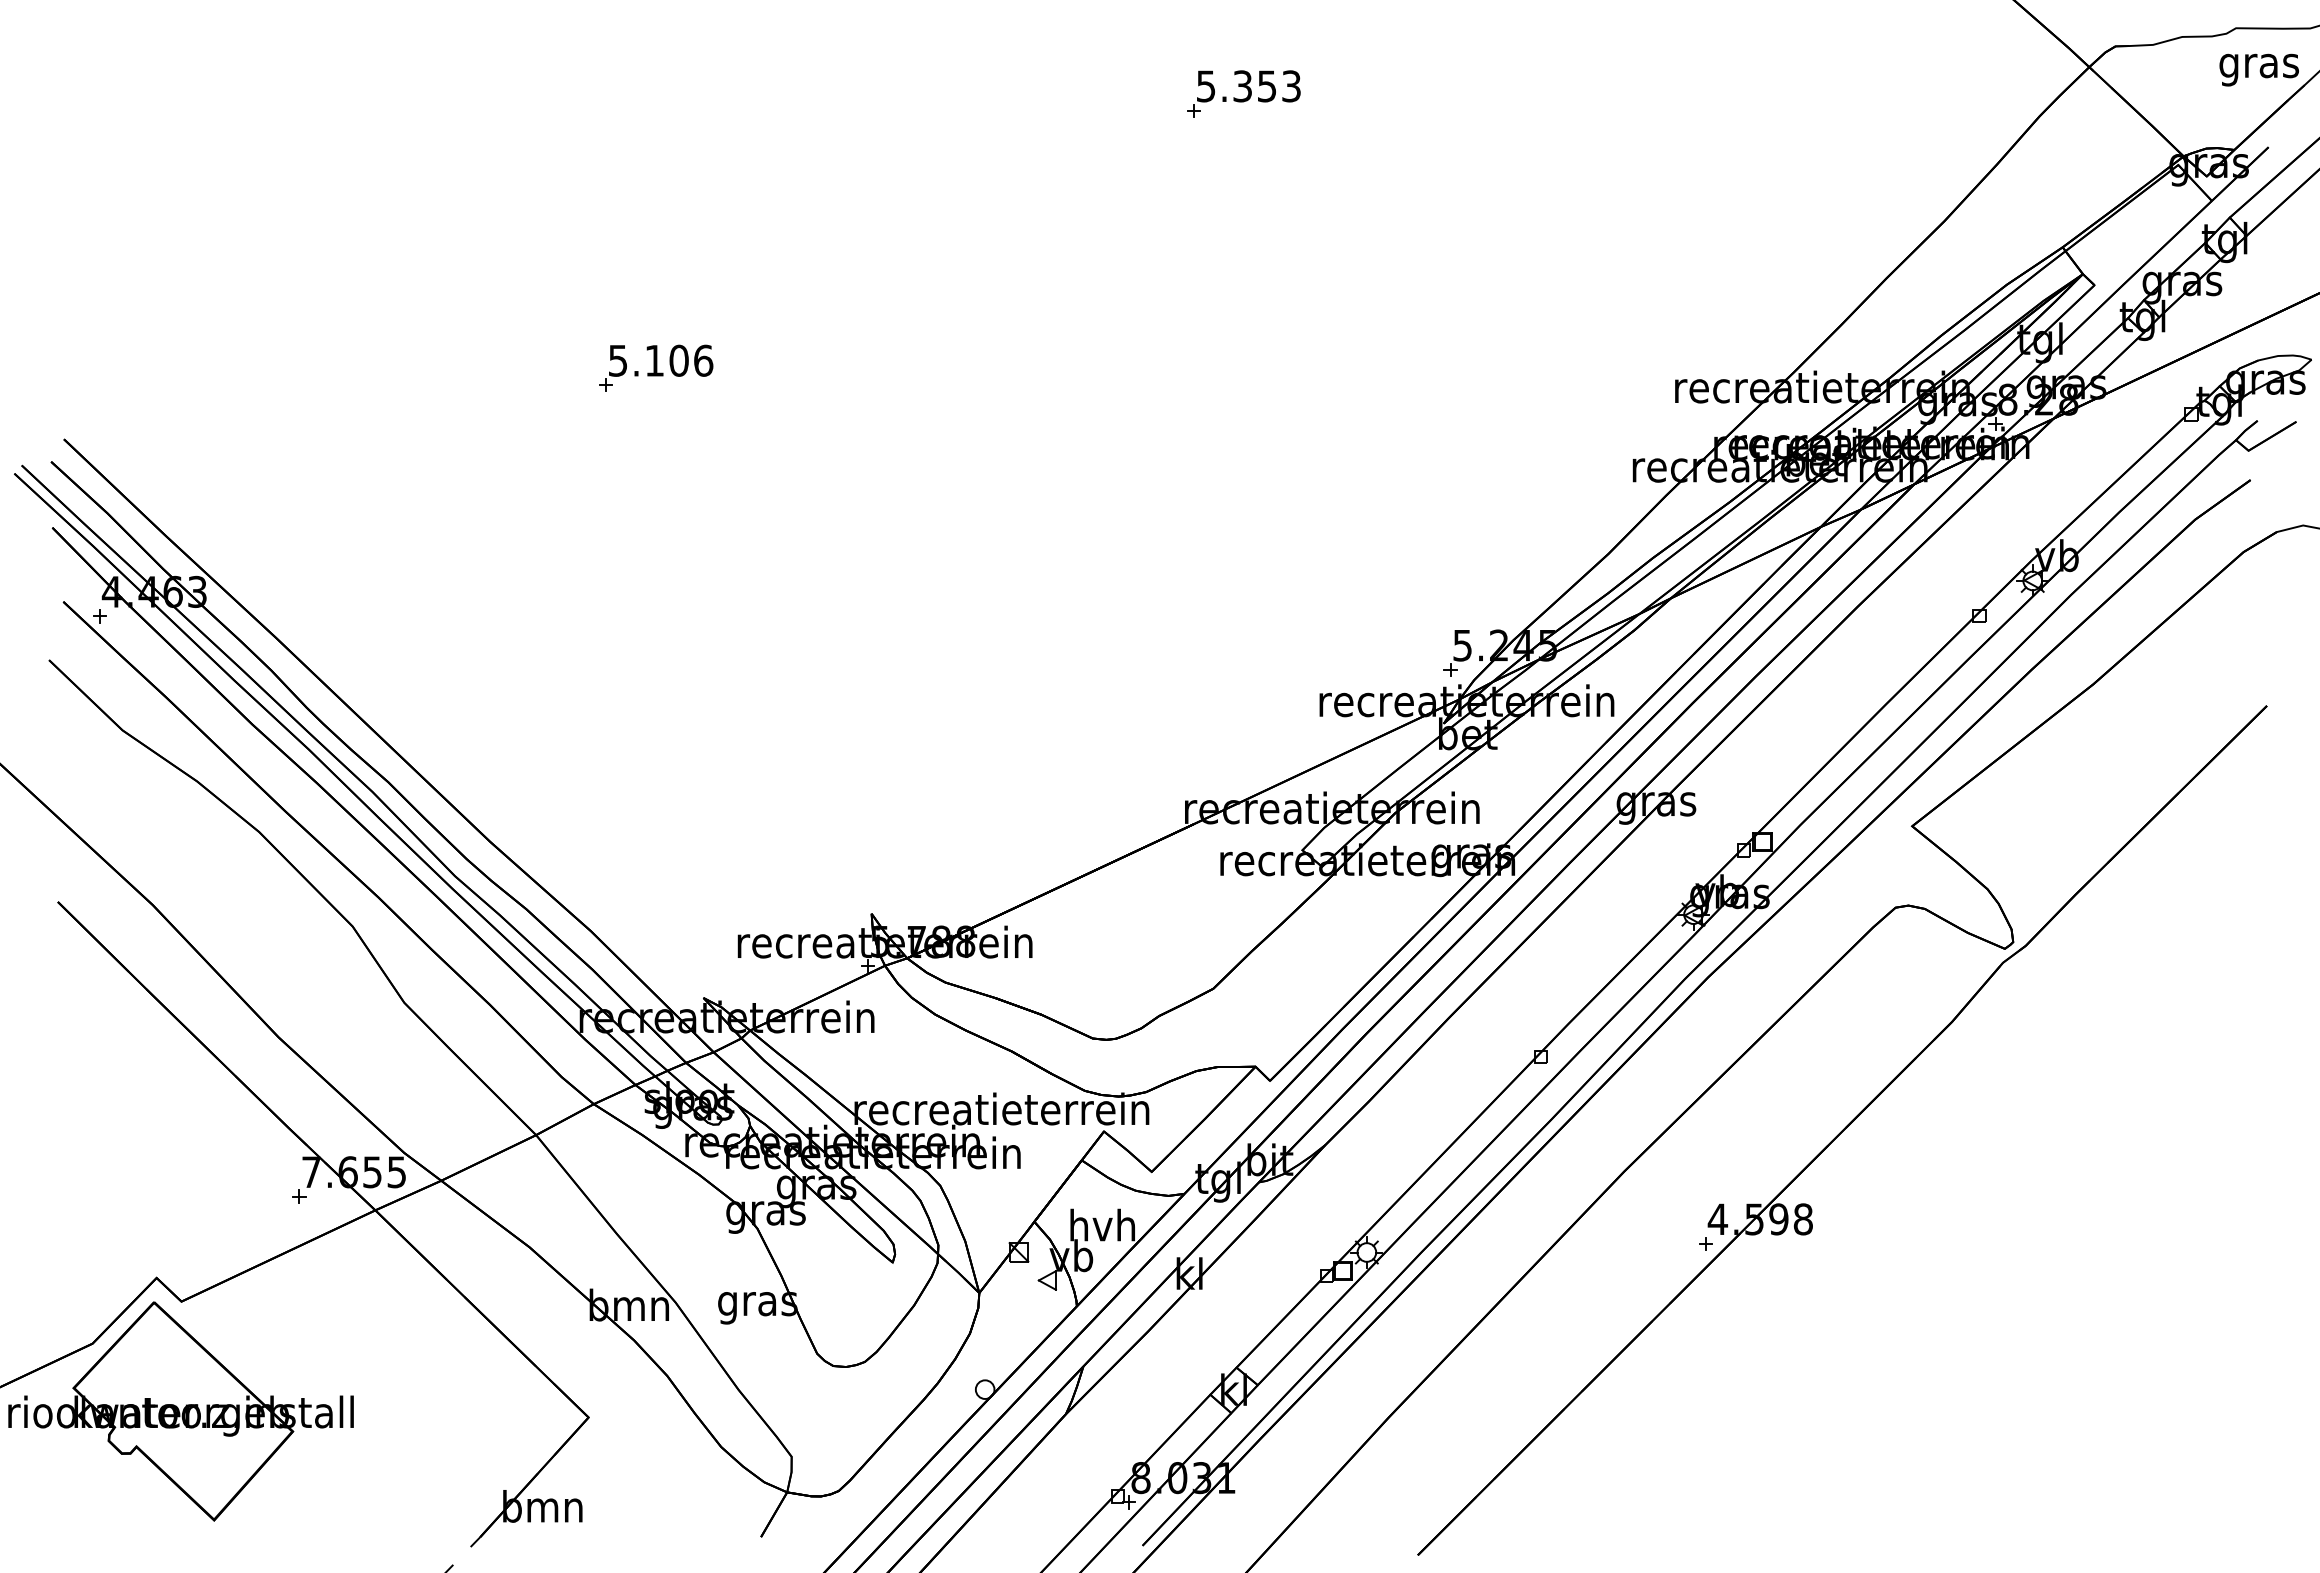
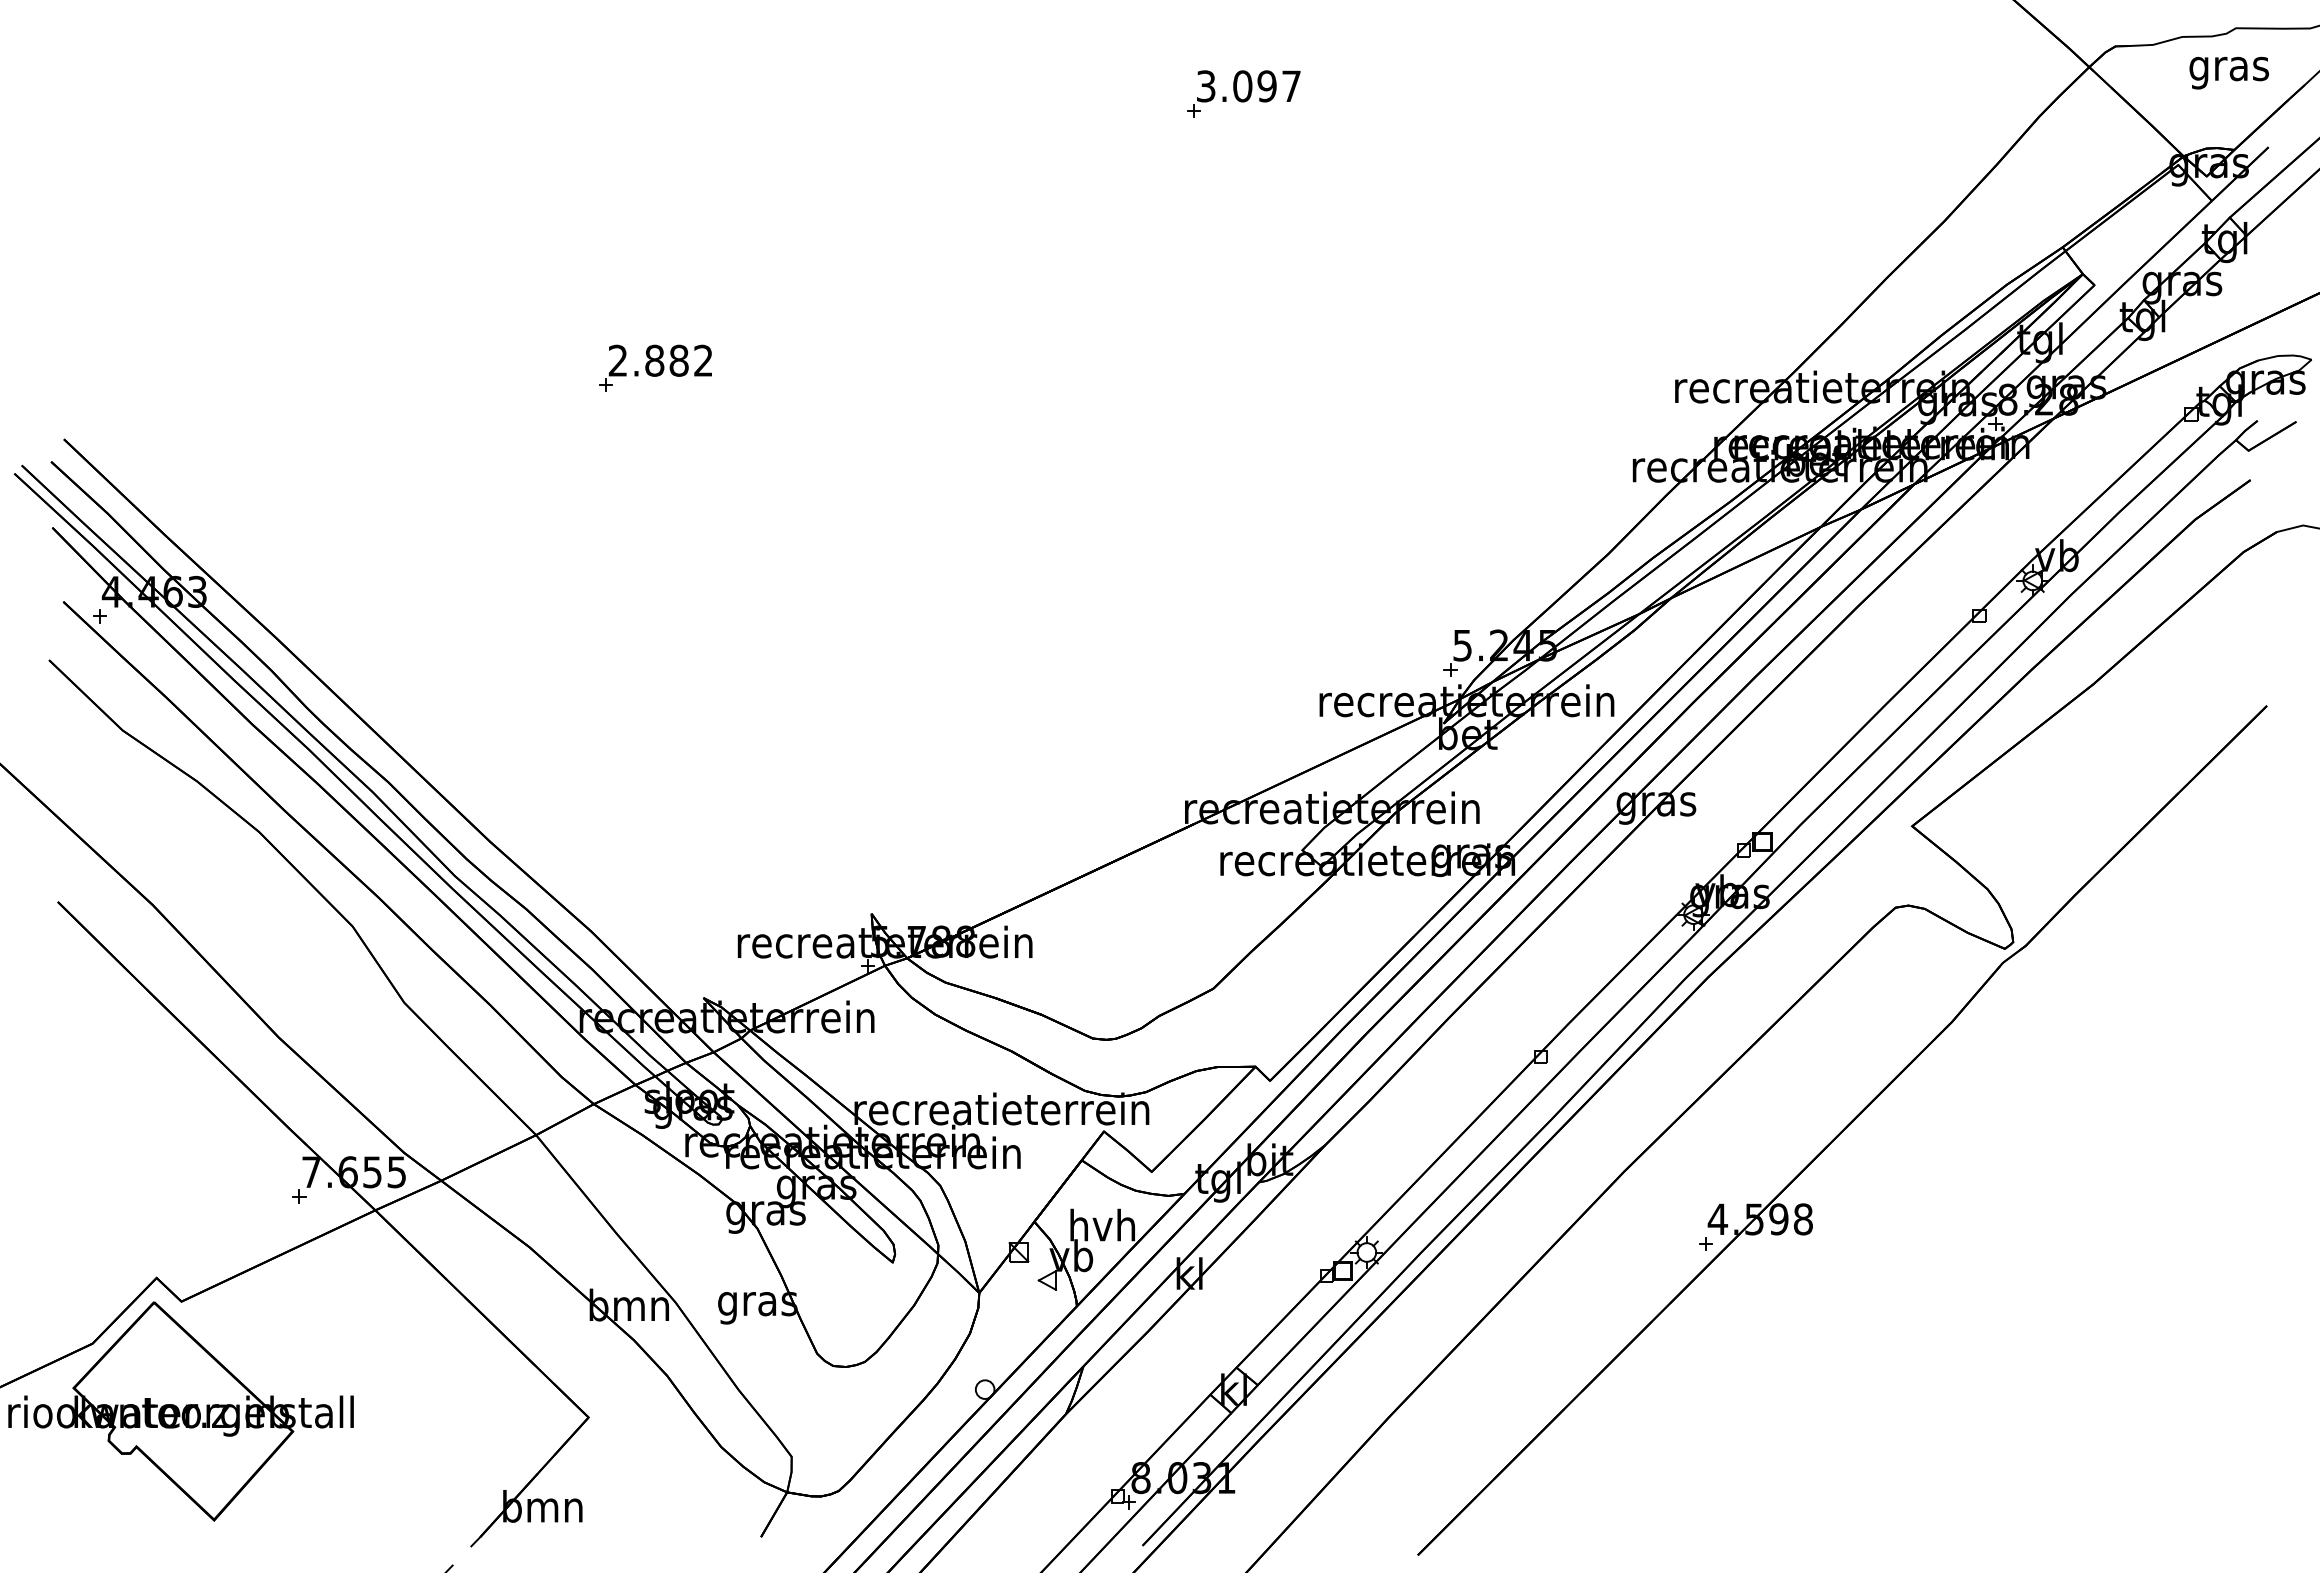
text at (2258, 69) position: (2258, 69) -> (2228, 72)
text at (1248, 86): 5.353 -> 3.097
text at (660, 360): 5.106 -> 2.882
